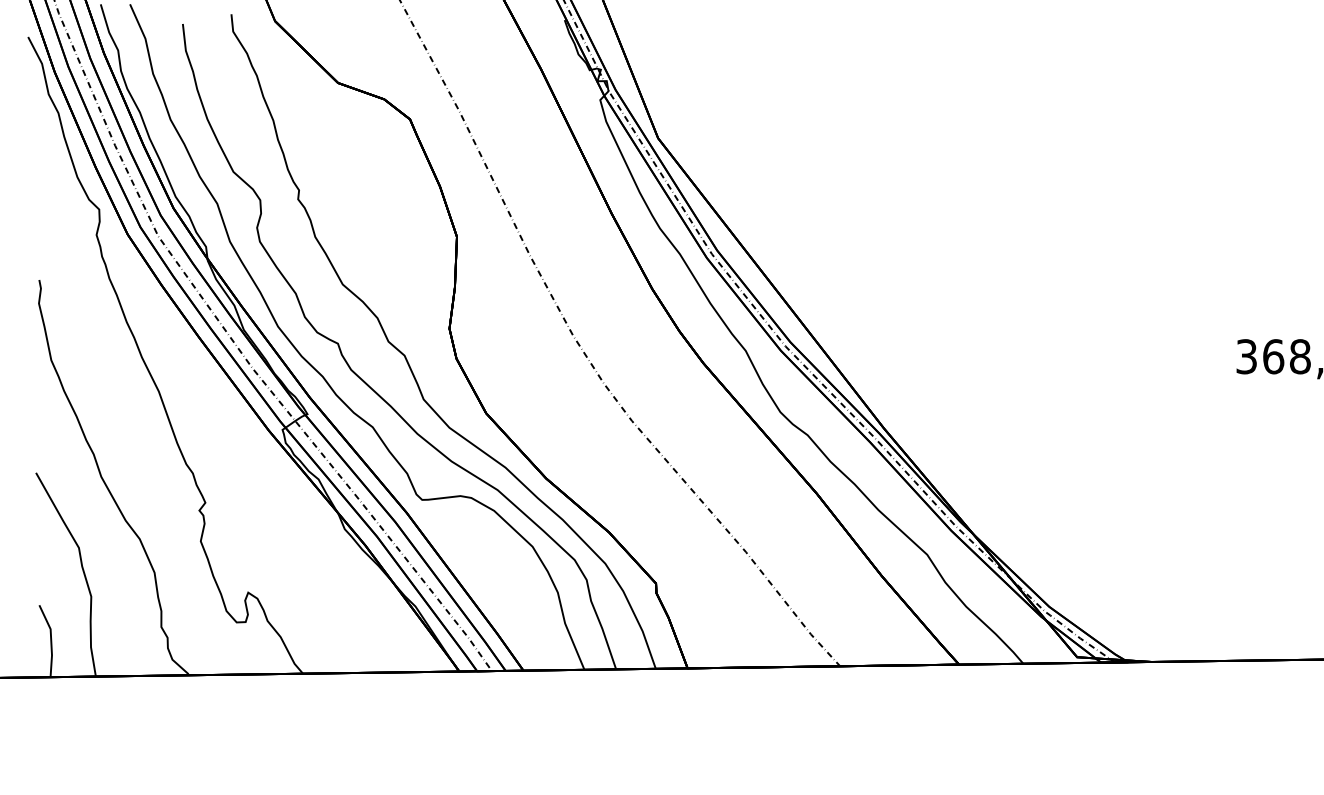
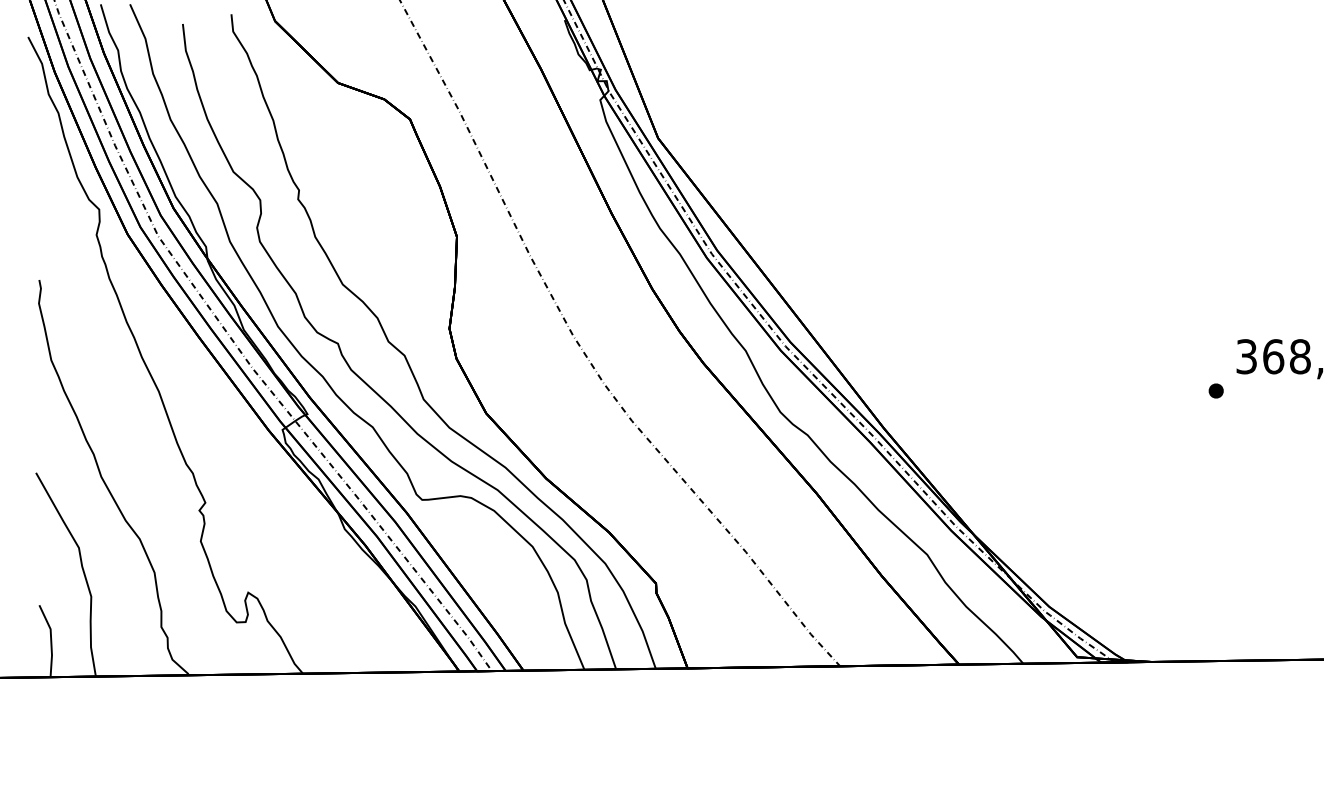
part at (1215, 390): none -> present
